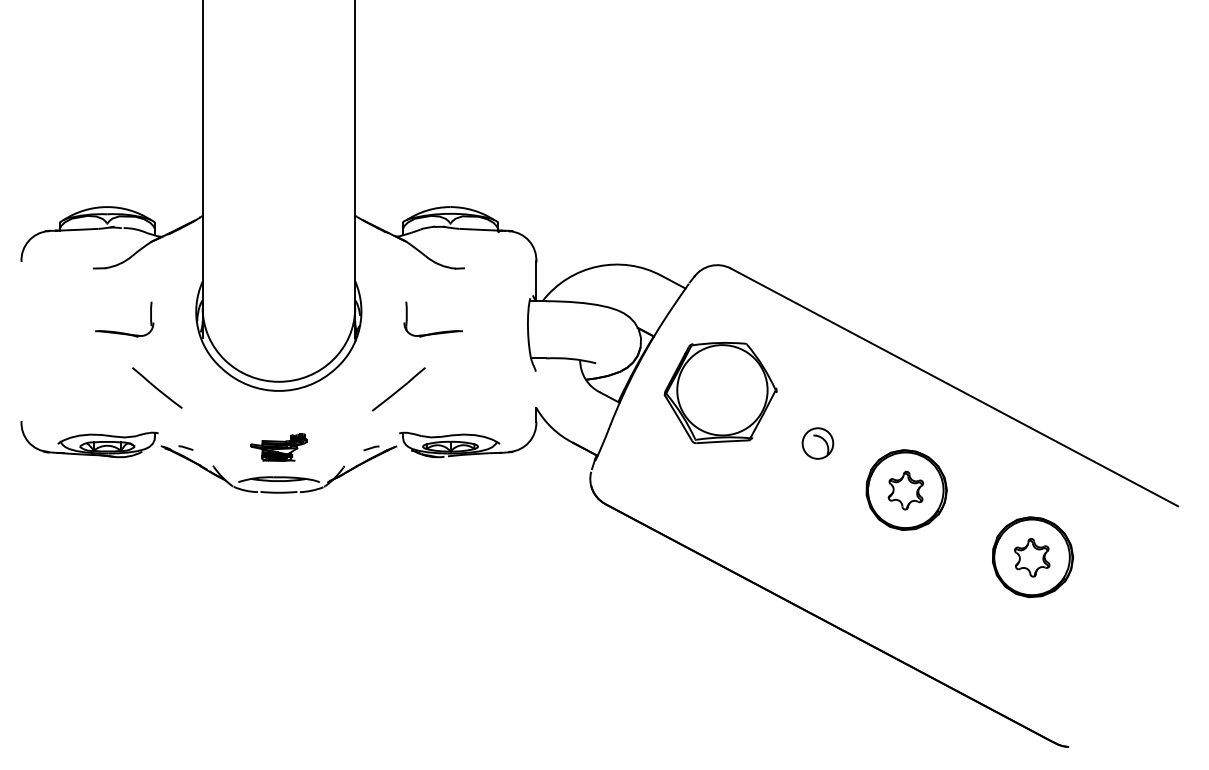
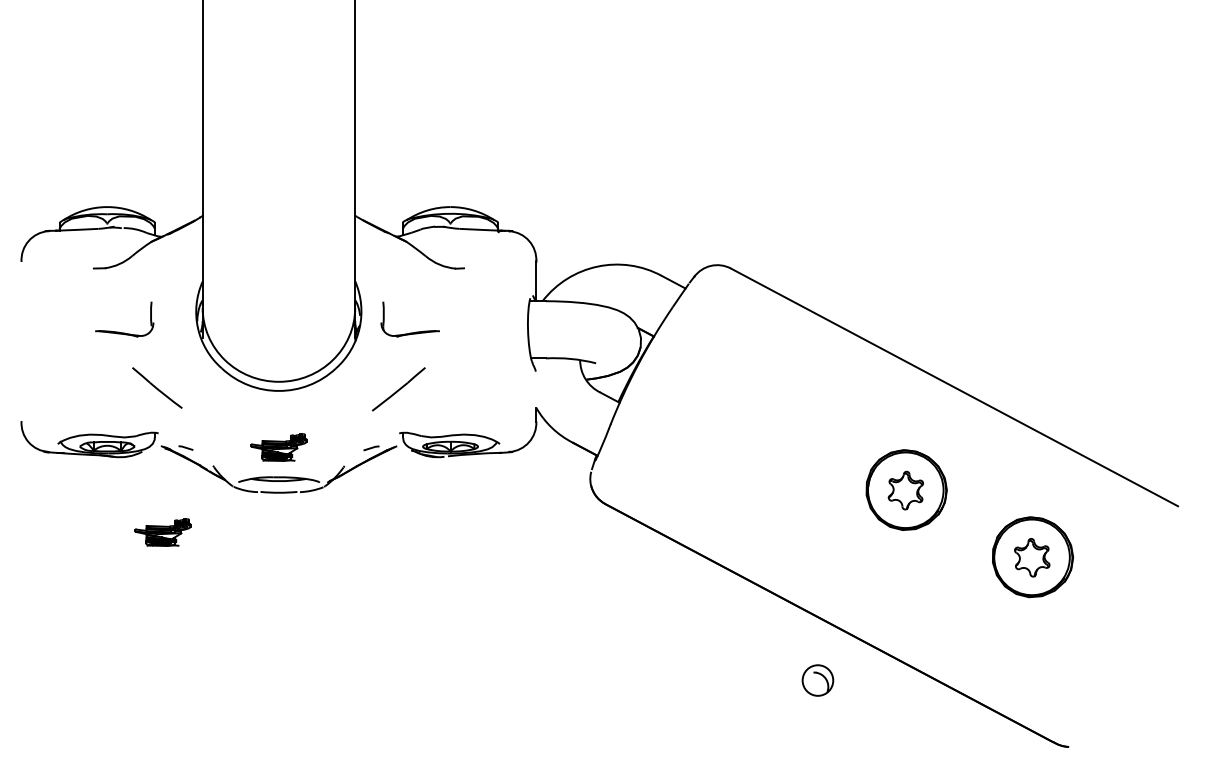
part at (432, 332) position: (432, 332) -> (409, 332)
part at (720, 393): present -> none
part at (817, 443) position: (817, 443) -> (817, 680)
part at (162, 532): none -> present
